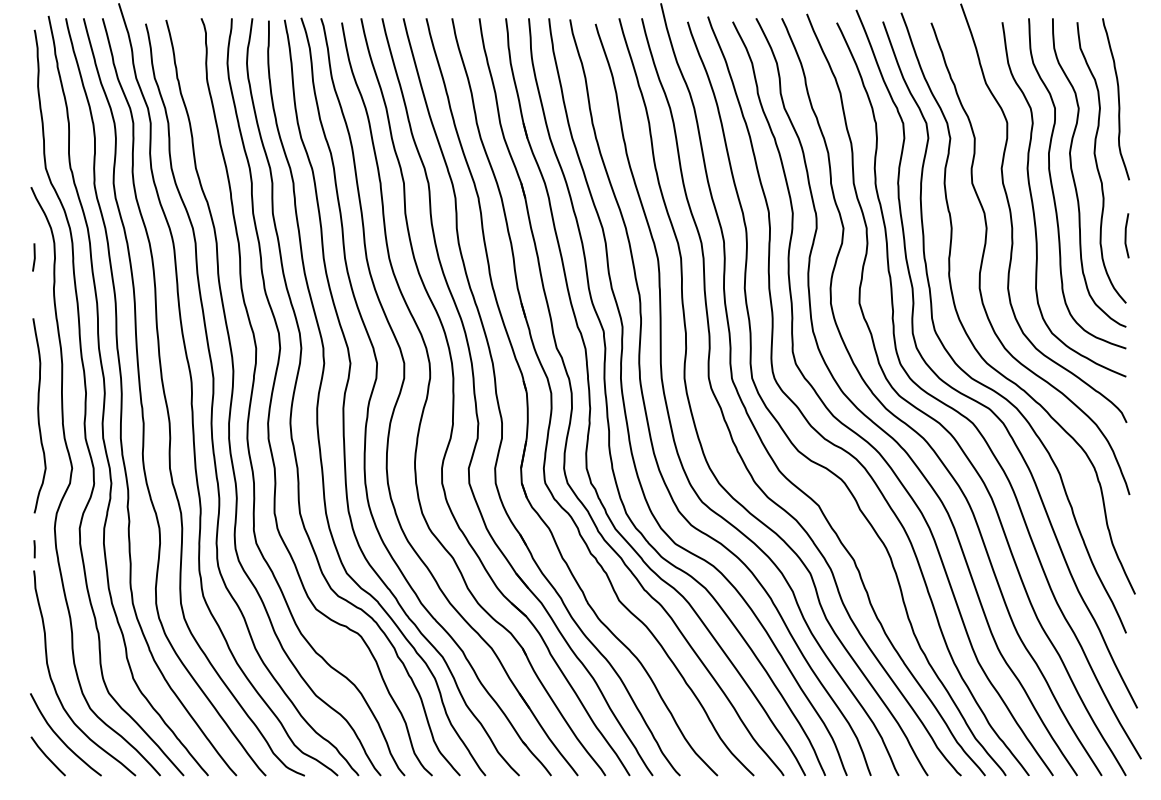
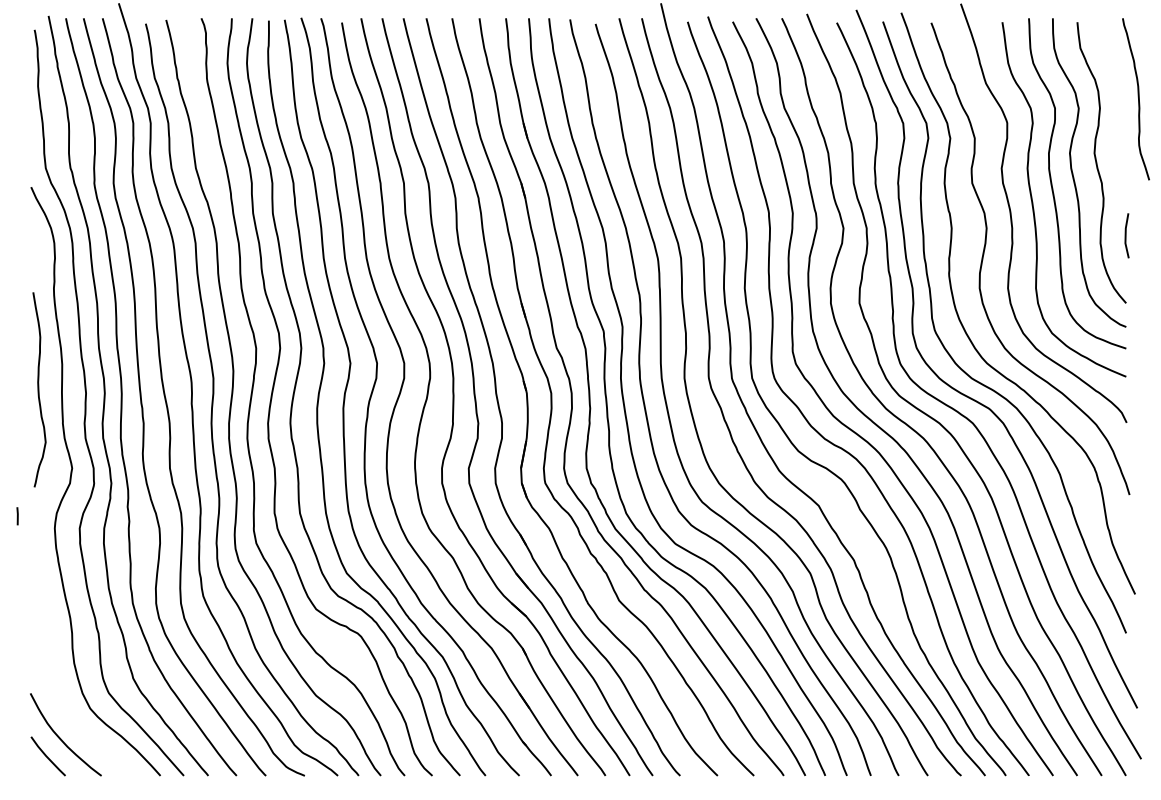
curve at (1118, 99) position: (1118, 99) -> (1138, 99)
line at (33, 256): present -> none
curve at (39, 415) position: (39, 415) -> (39, 389)
line at (34, 549) position: (34, 549) -> (17, 516)
curve at (55, 686): present -> none
